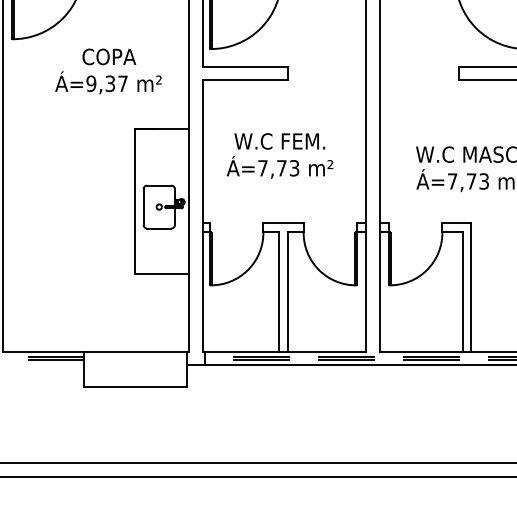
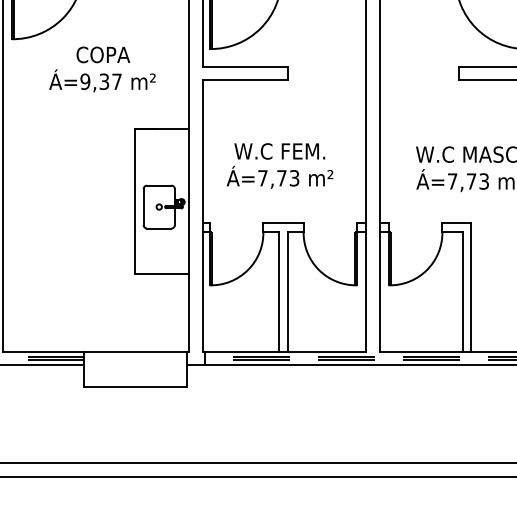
text at (108, 71) position: (108, 71) -> (102, 69)
text at (279, 155) position: (279, 155) -> (279, 165)
line at (43, 365): none -> present
